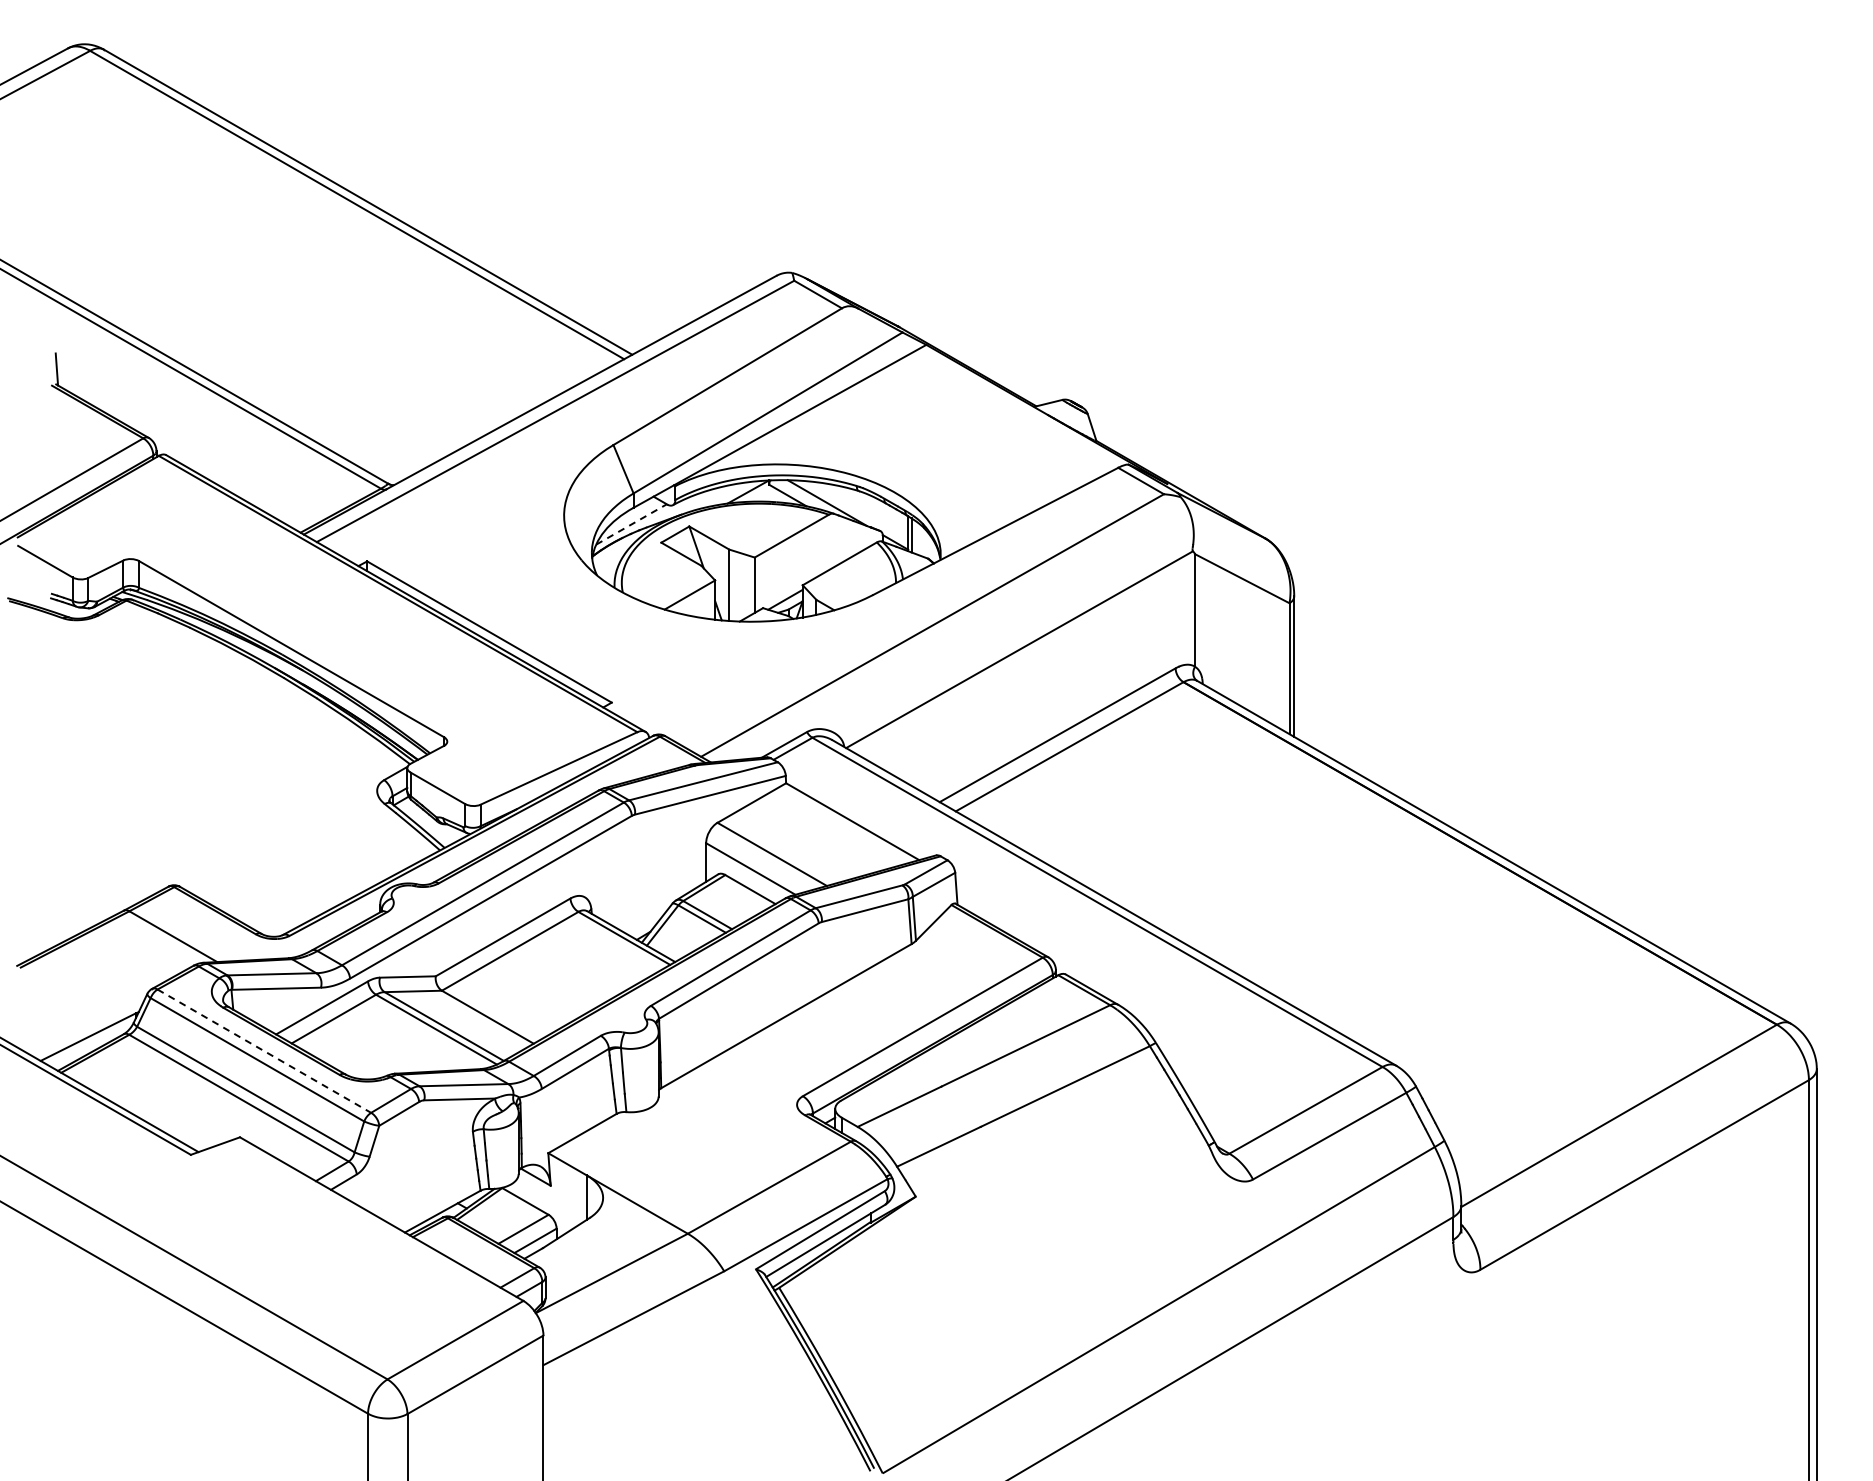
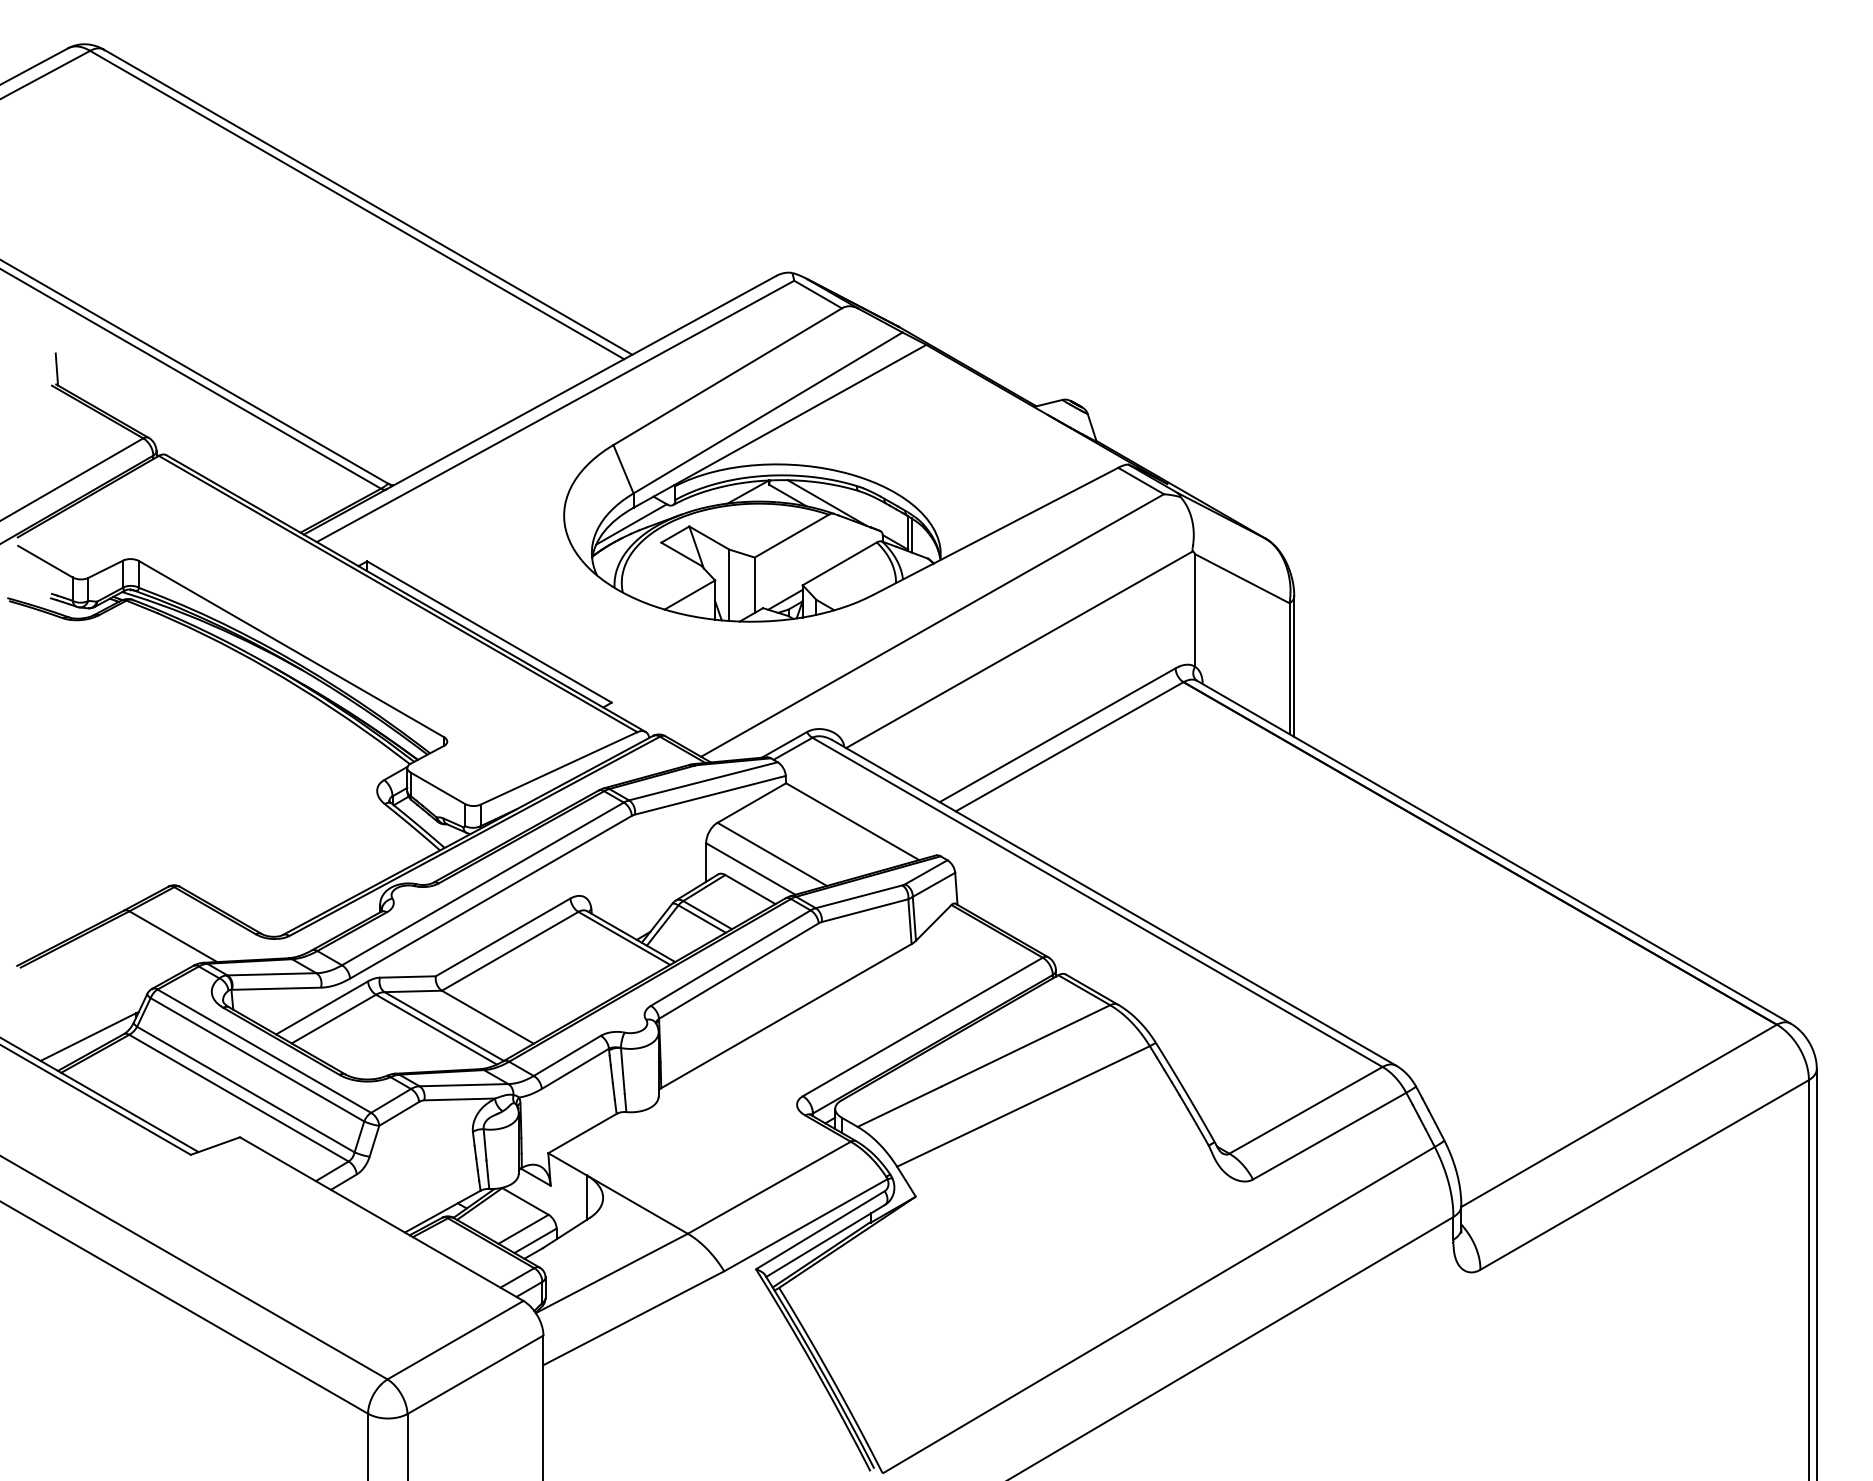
line at (631, 524): dashed -> solid
line at (264, 1051): dashed -> solid
